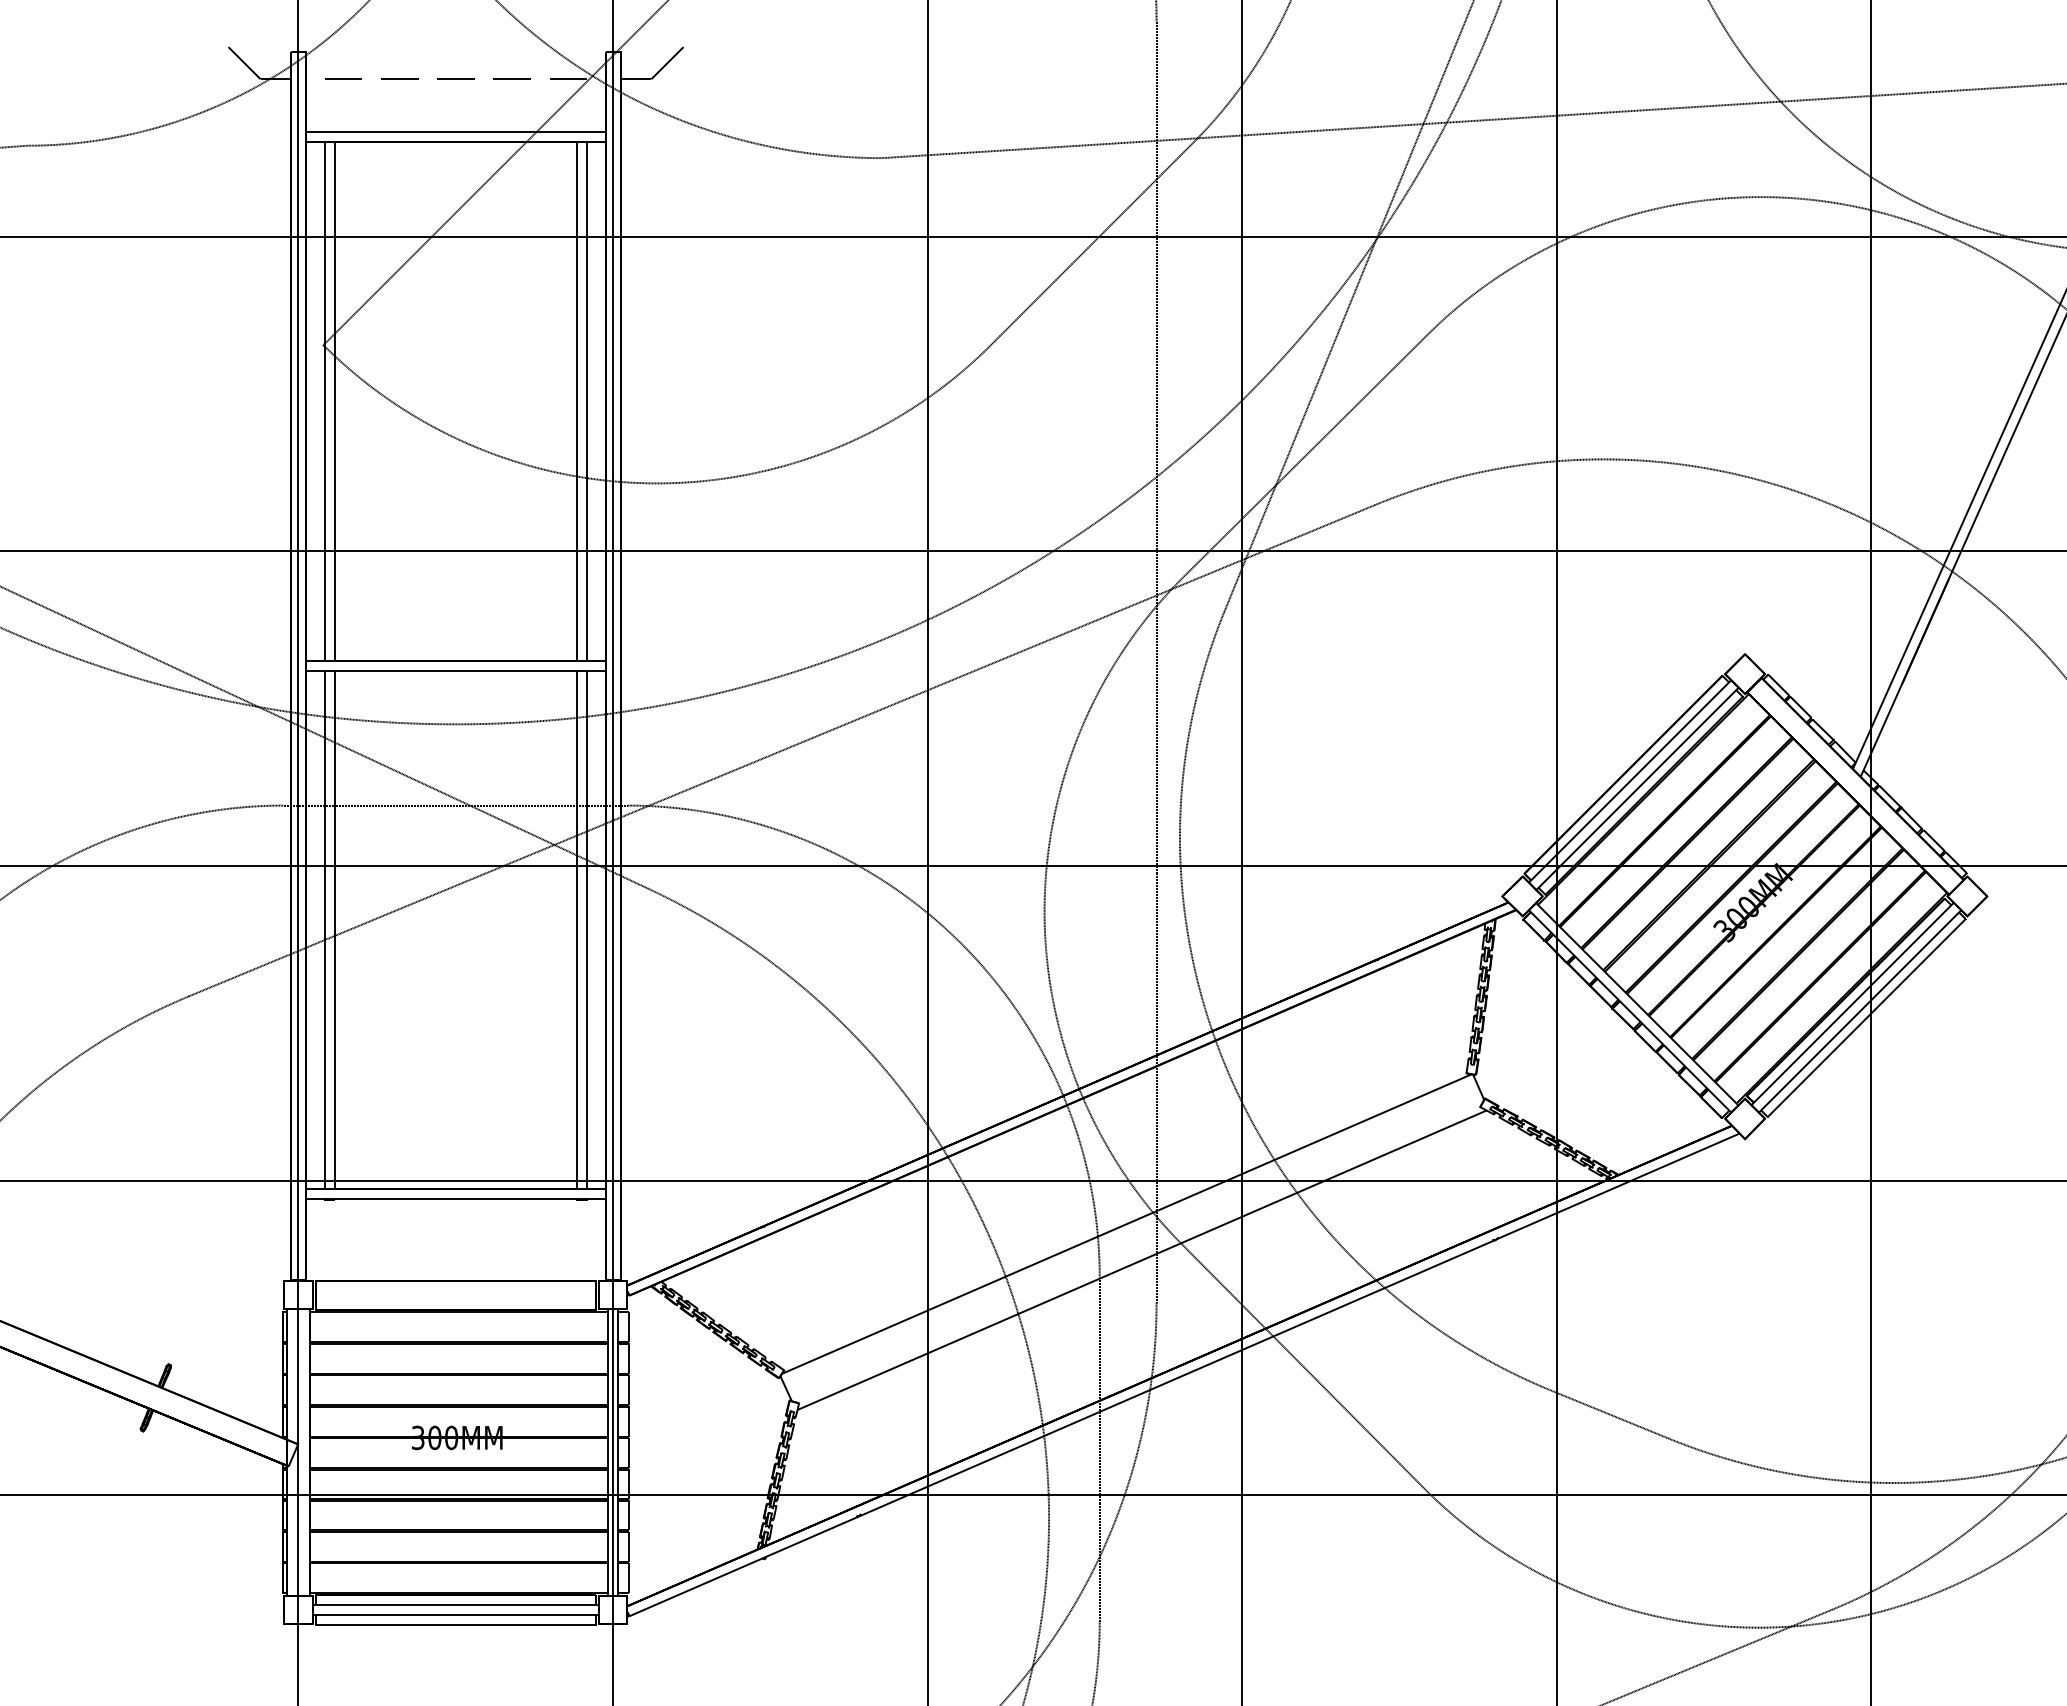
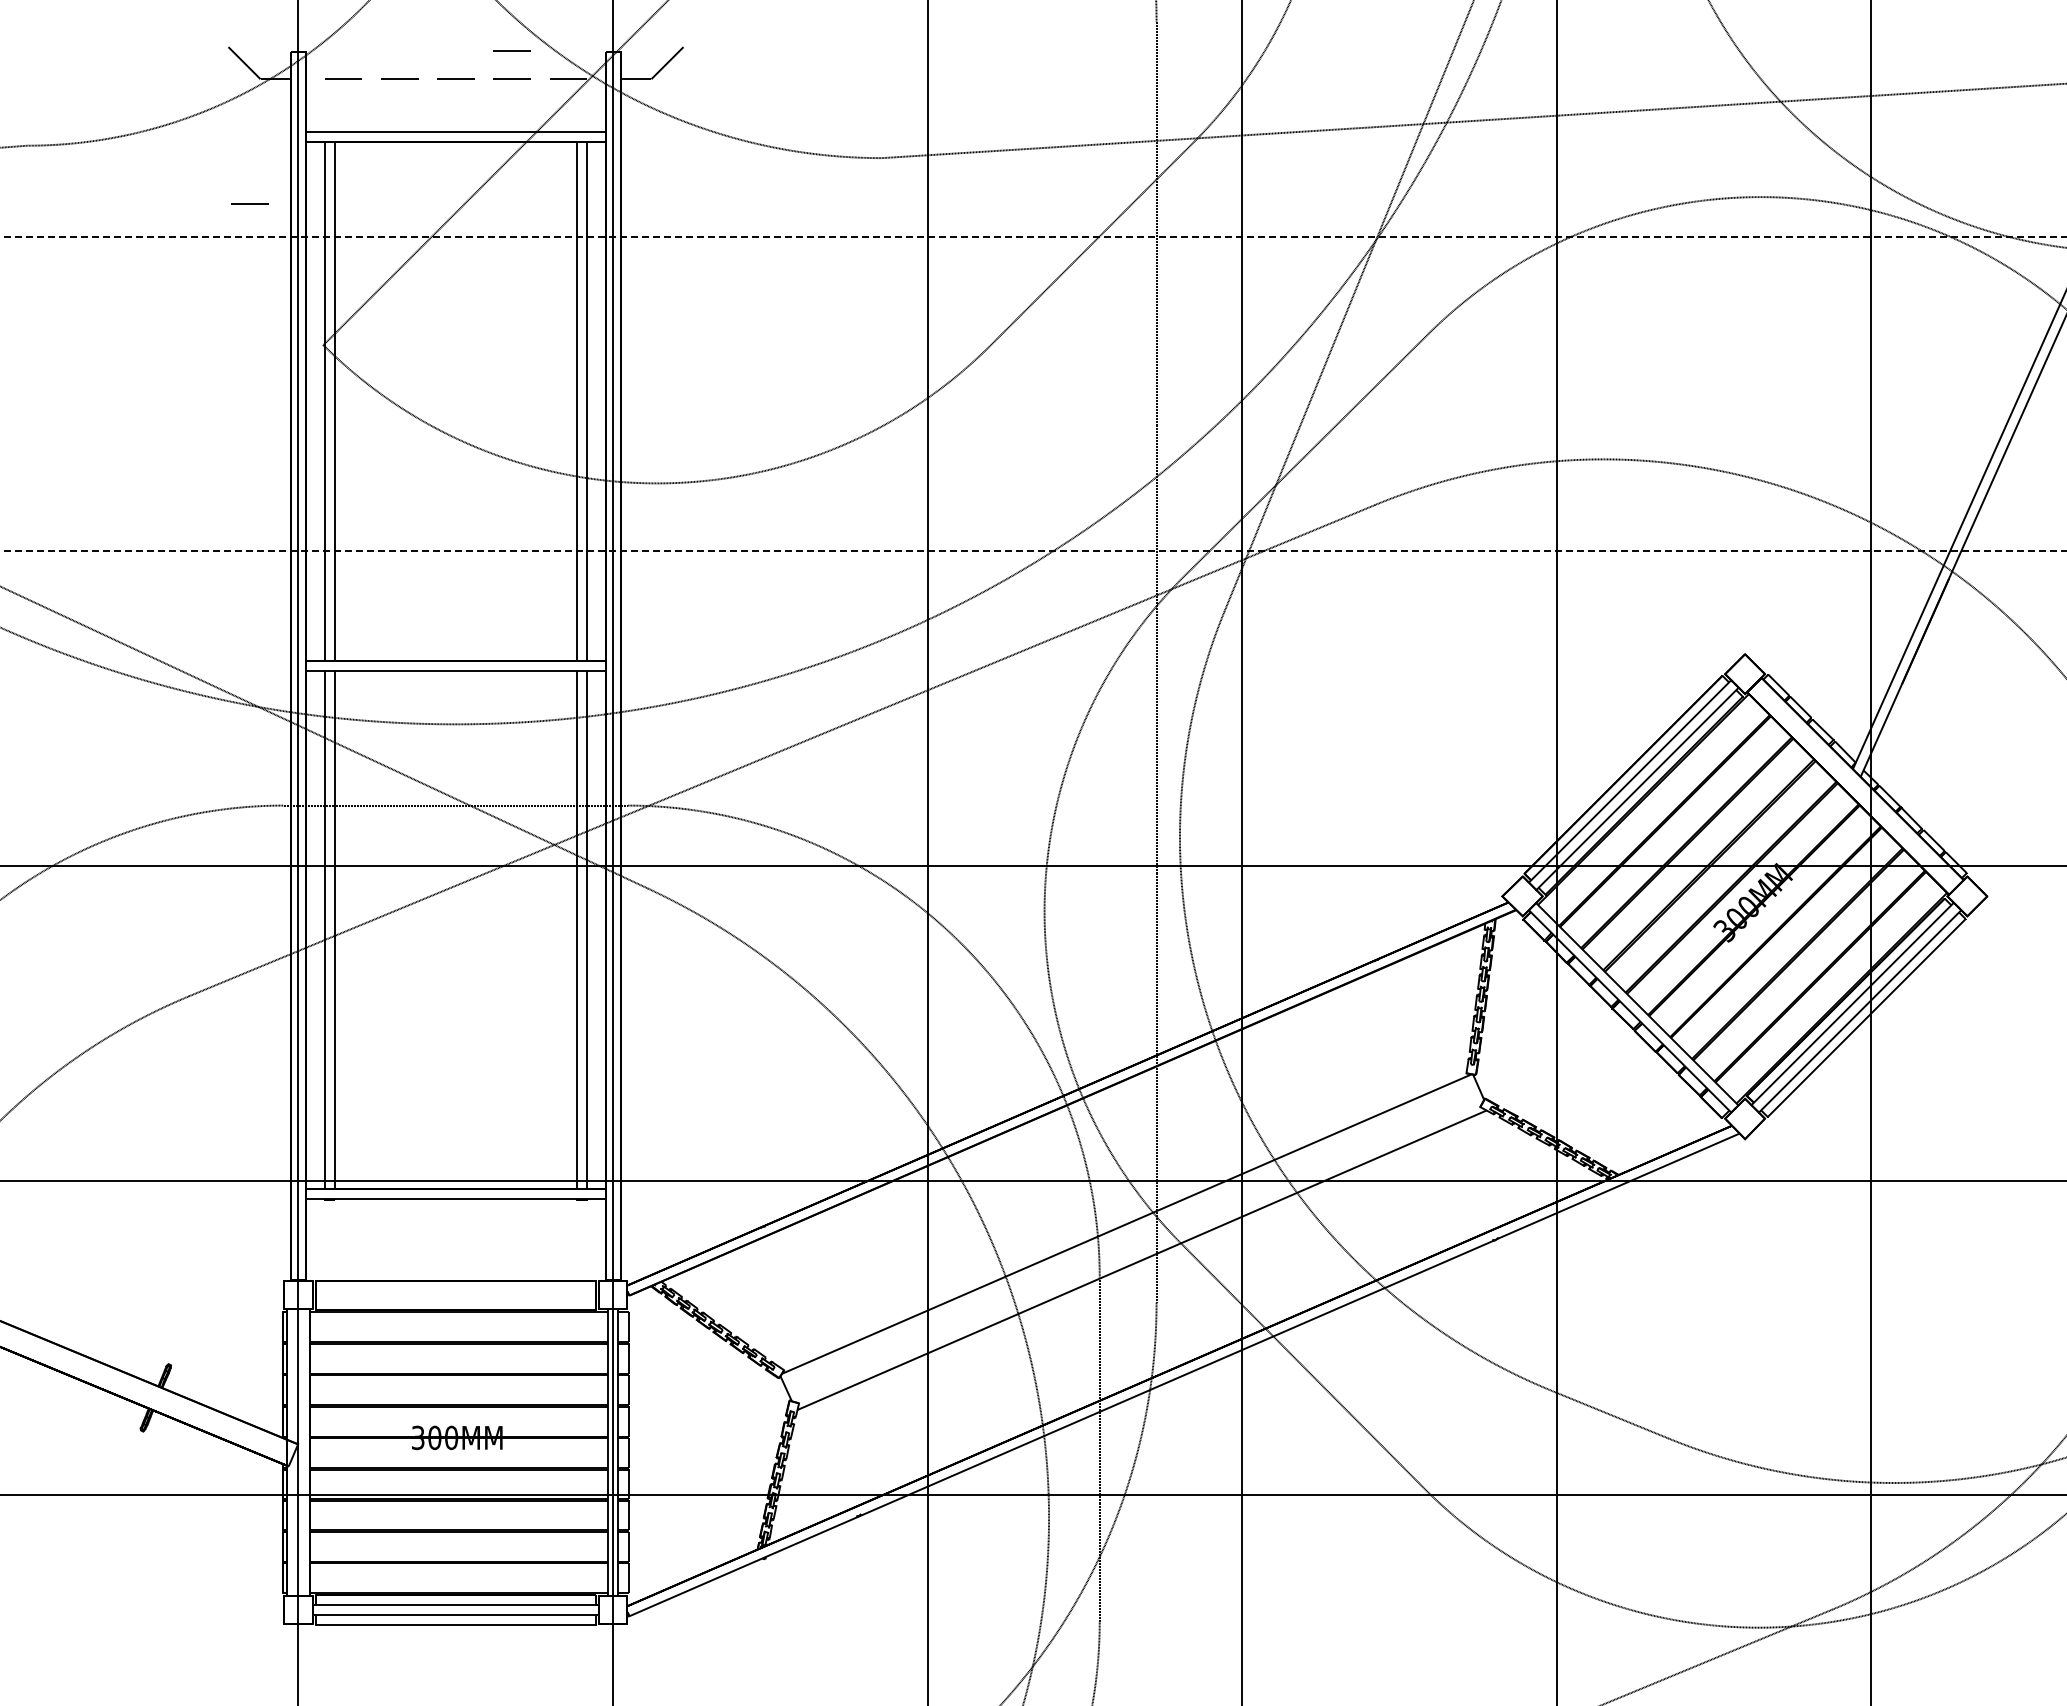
line at (511, 50): none -> present
line at (249, 203): none -> present
line at (1033, 236): solid -> dashed
line at (1033, 551): solid -> dashed
